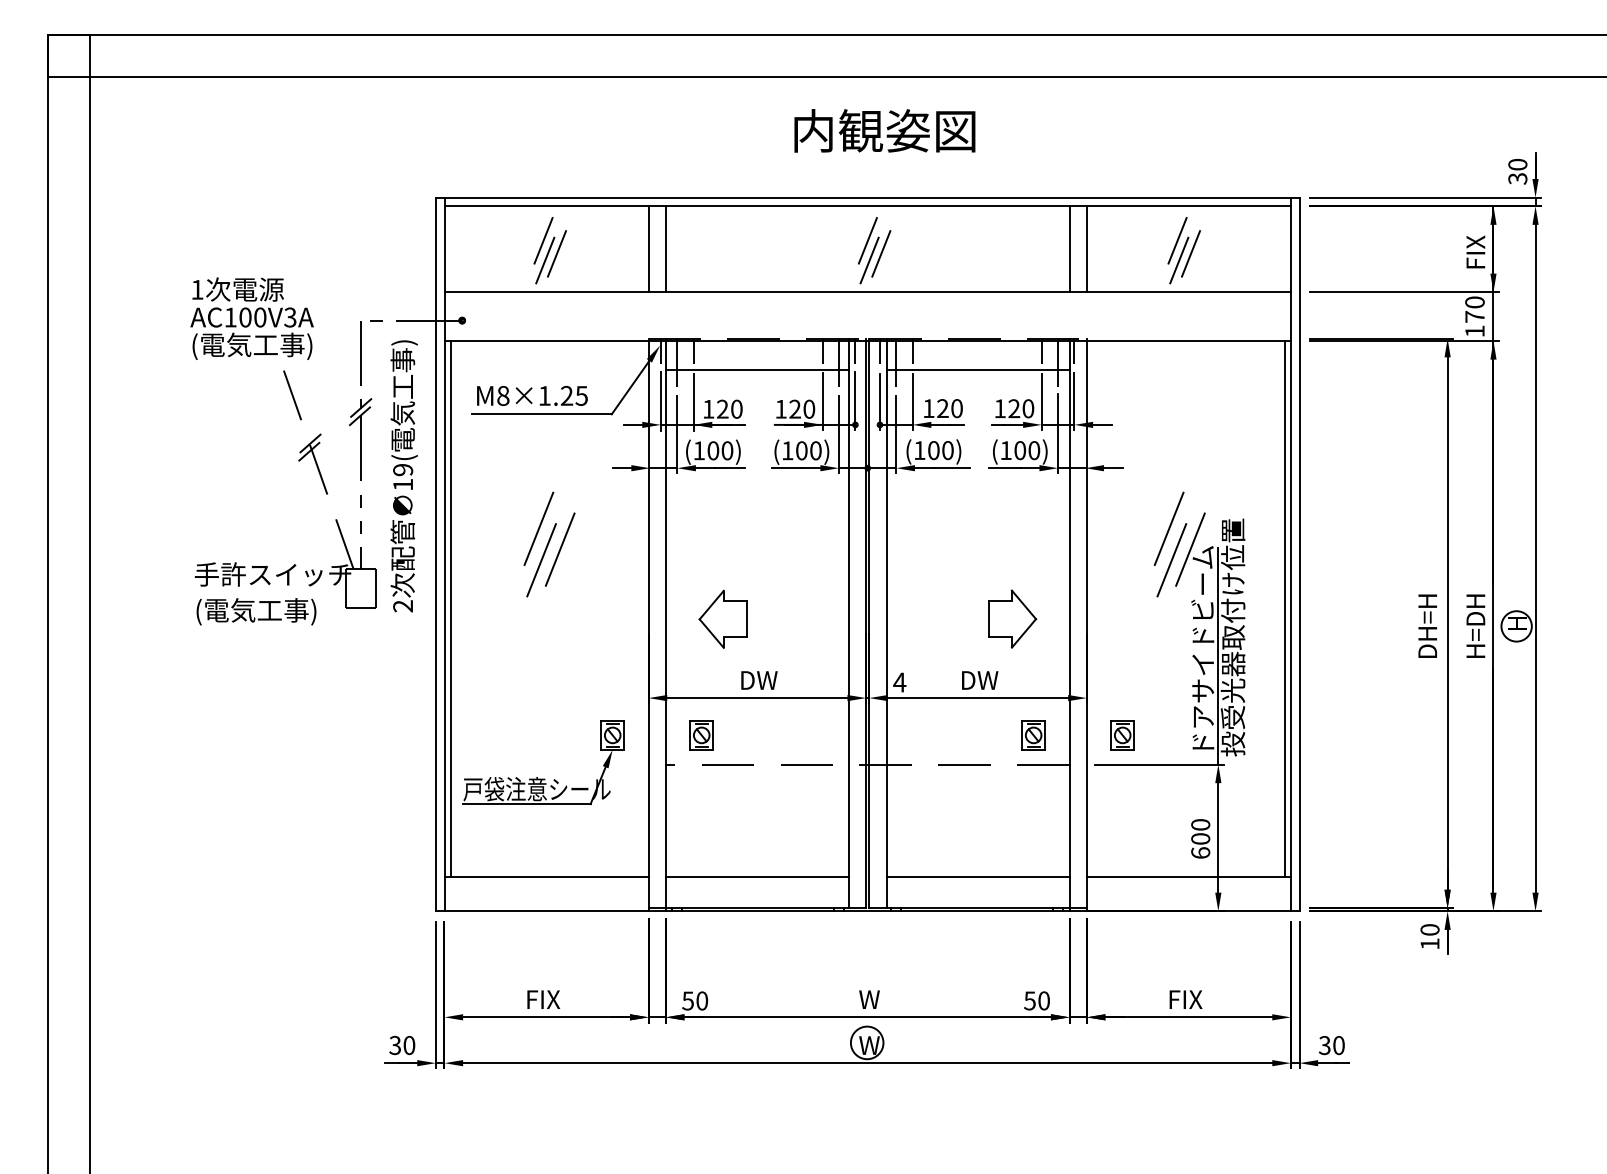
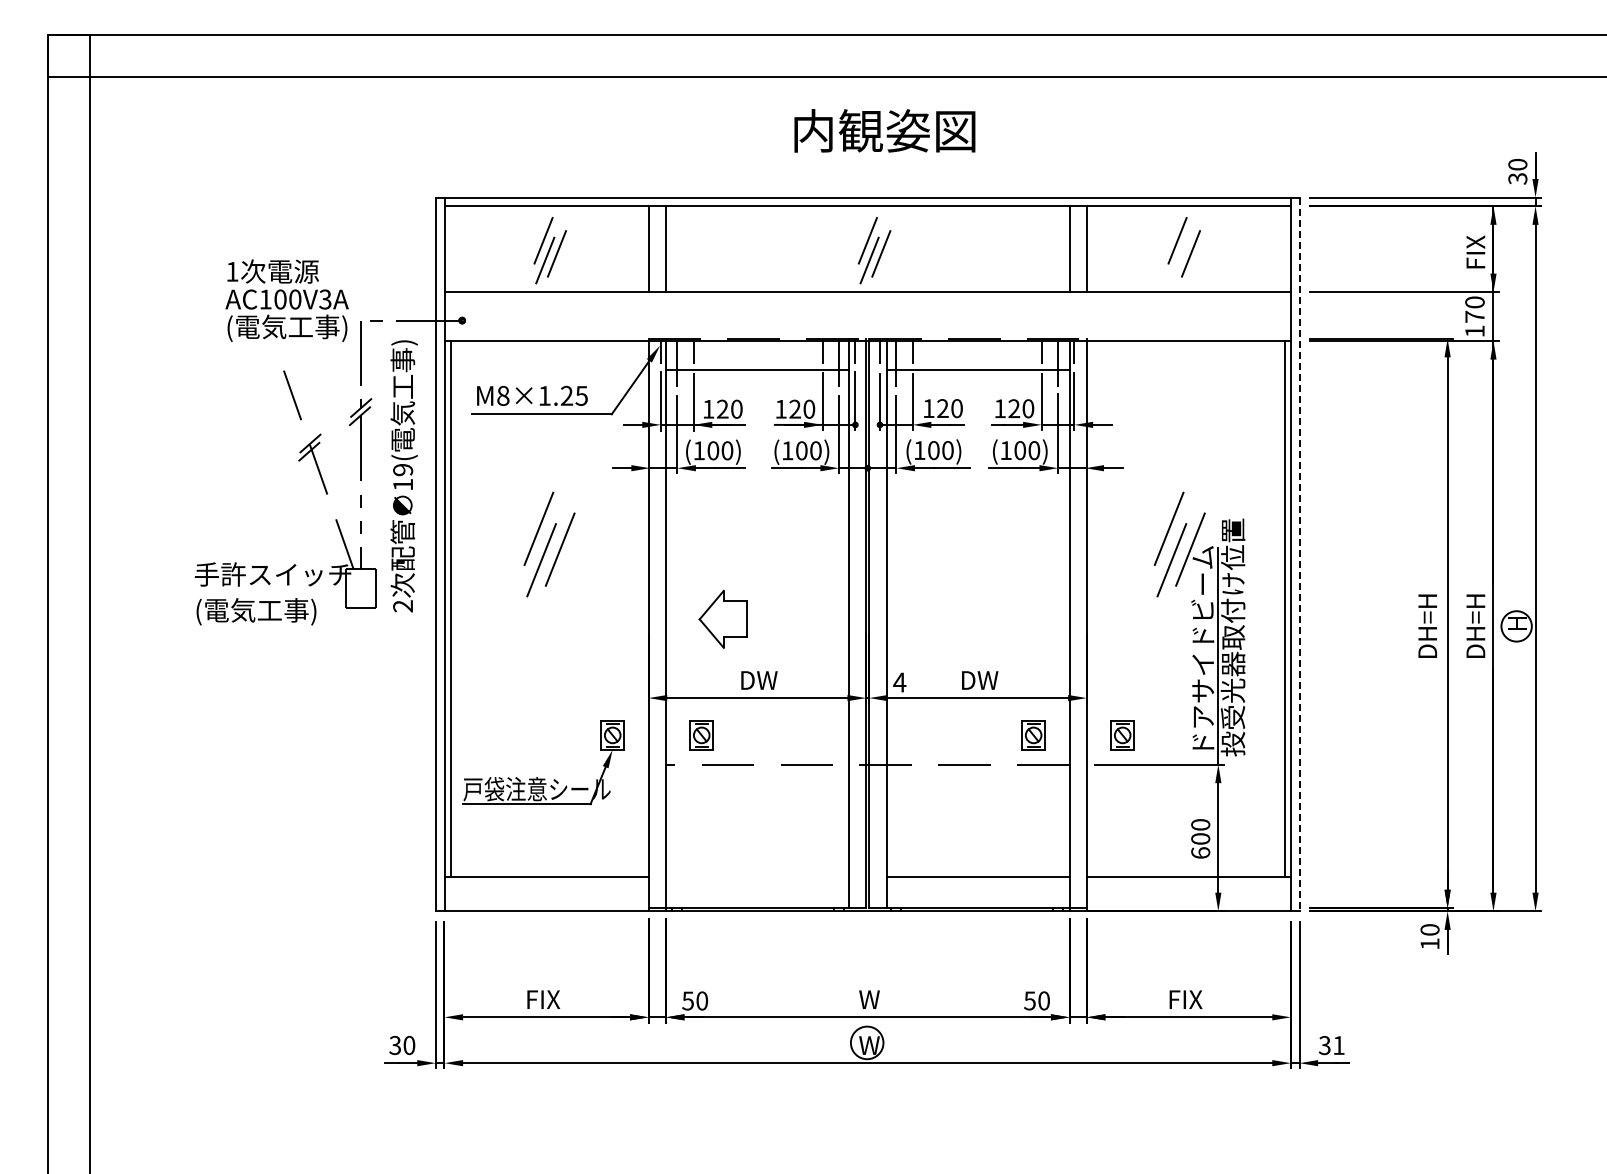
line at (1179, 260): present -> none
text at (251, 318) position: (251, 318) -> (286, 300)
line at (1299, 554): solid -> dashed
part at (1012, 618): present -> none
text at (1475, 633): H=DH -> DH=H
line at (756, 876): present -> none
text at (1338, 1045): 30 -> 31
